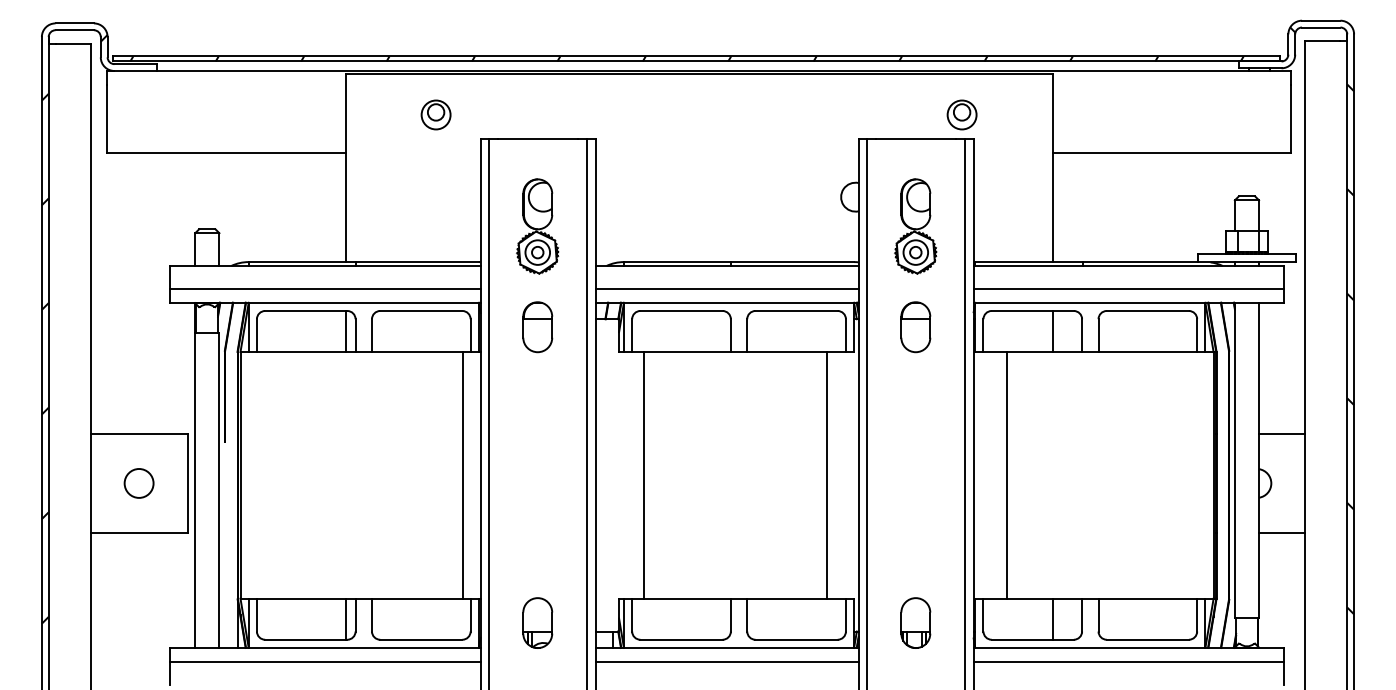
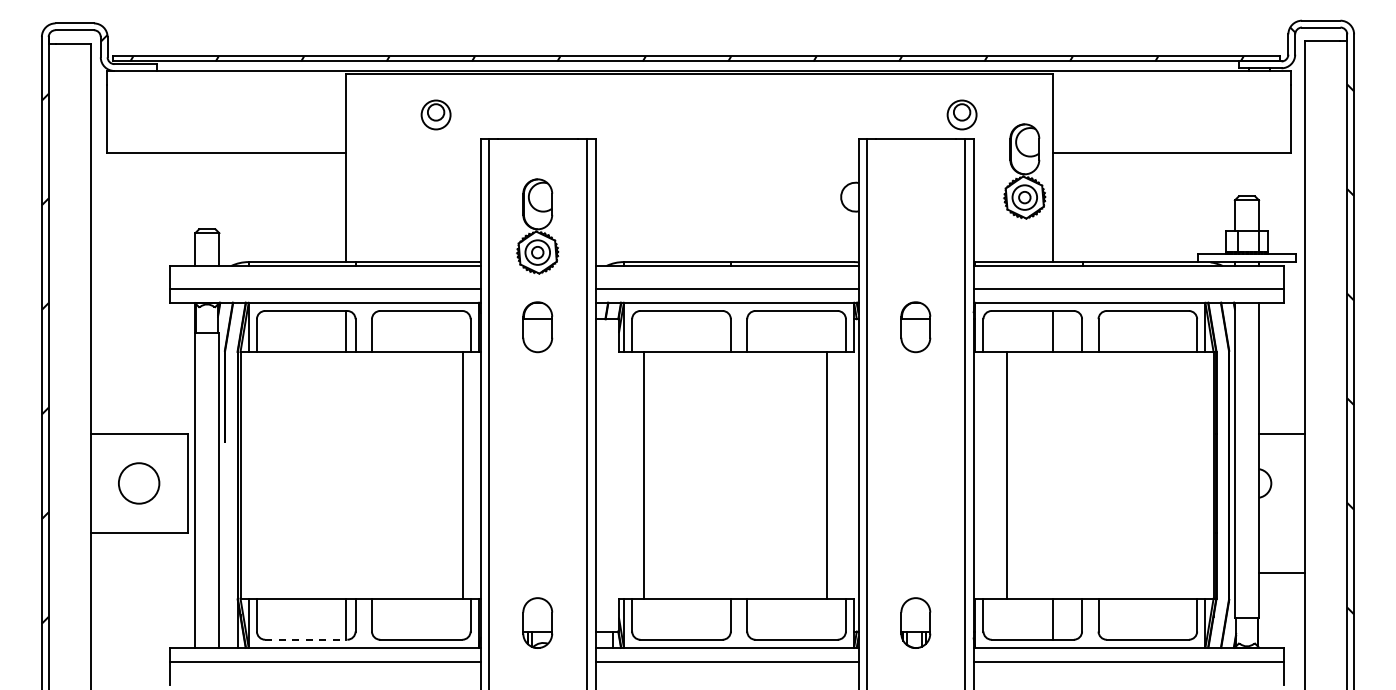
part at (915, 226) position: (915, 226) -> (1024, 171)
circle at (138, 483) diameter: 29 px -> 41 px
line at (1281, 532) position: (1281, 532) -> (1281, 572)
line at (306, 639): solid -> dashed
